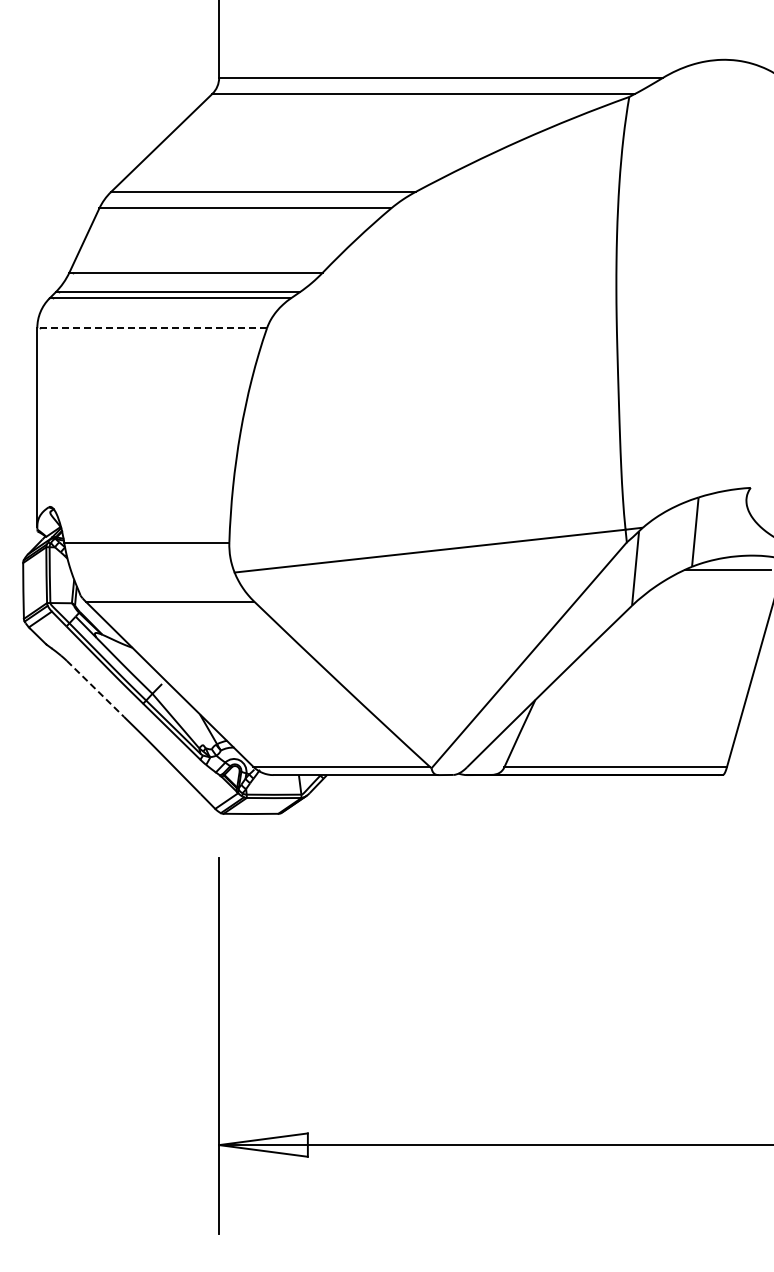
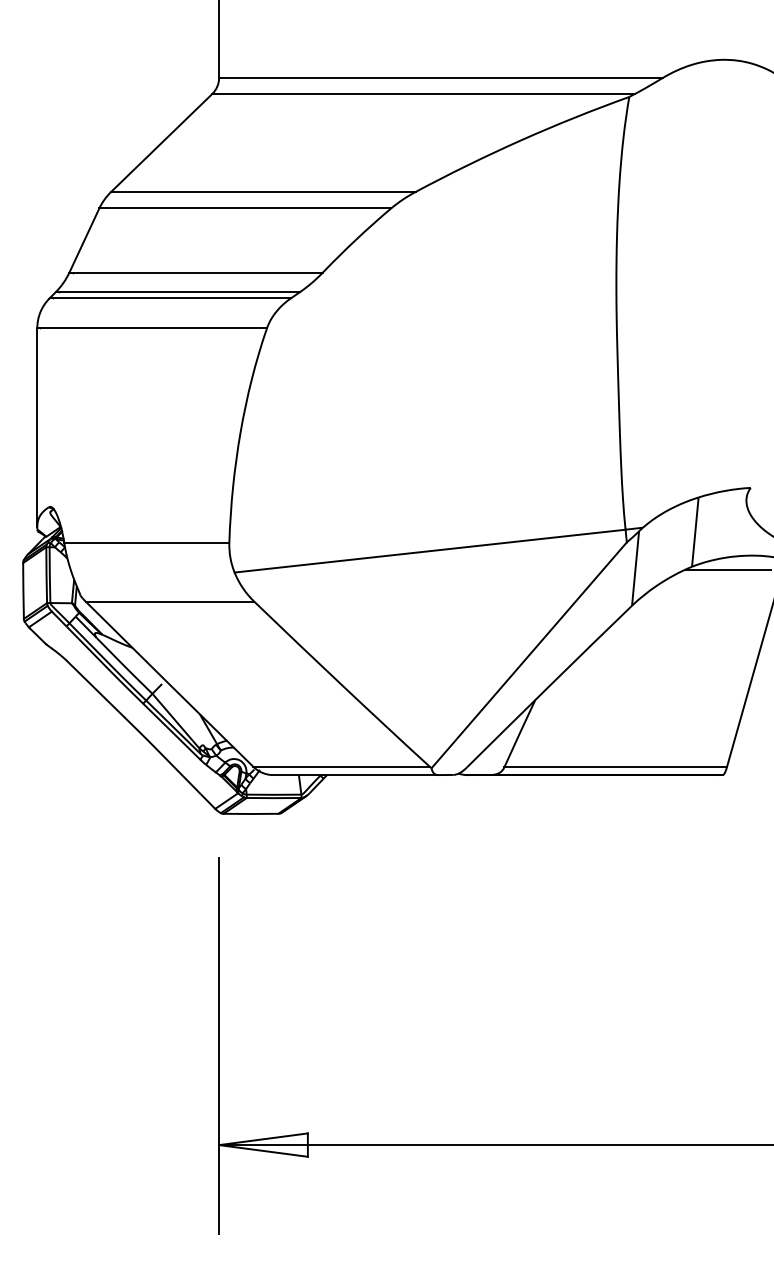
line at (152, 328): dashed -> solid
line at (95, 688): dashed -> solid
